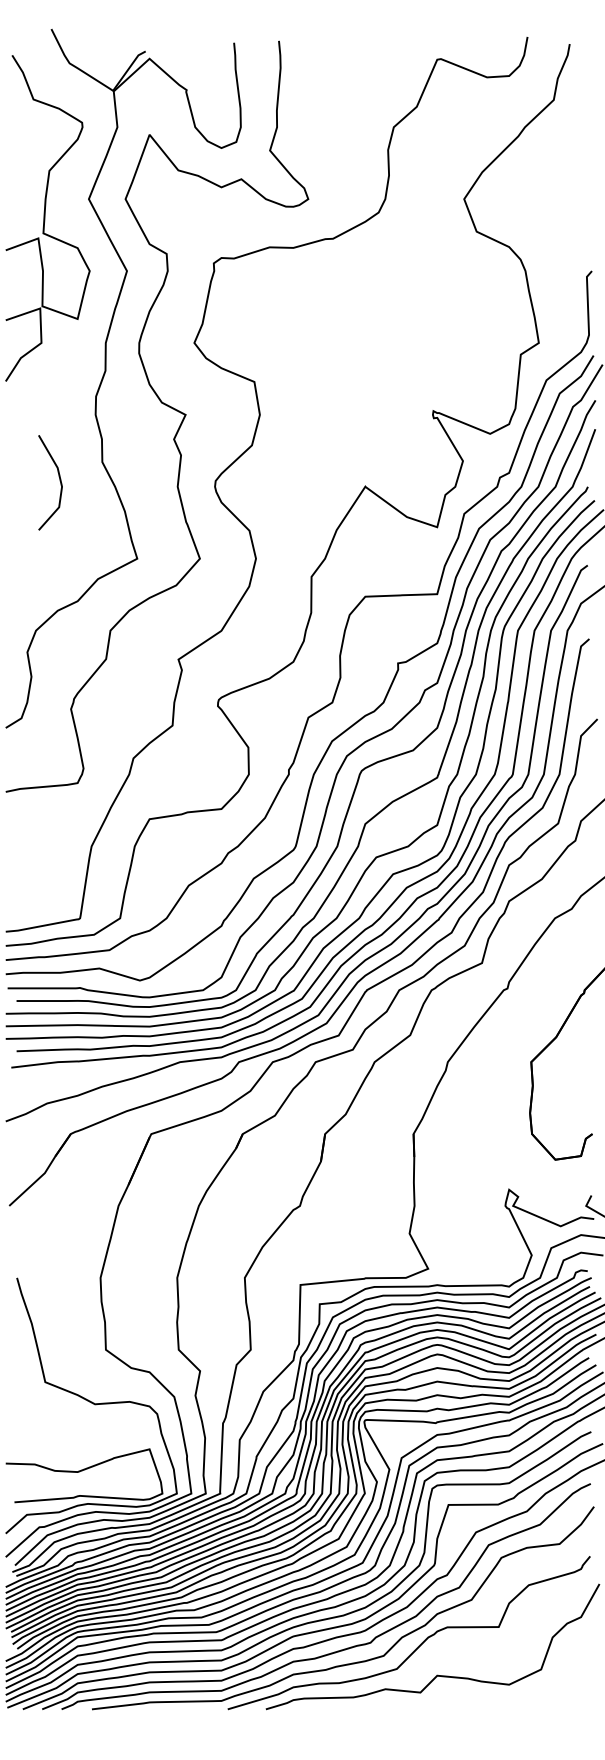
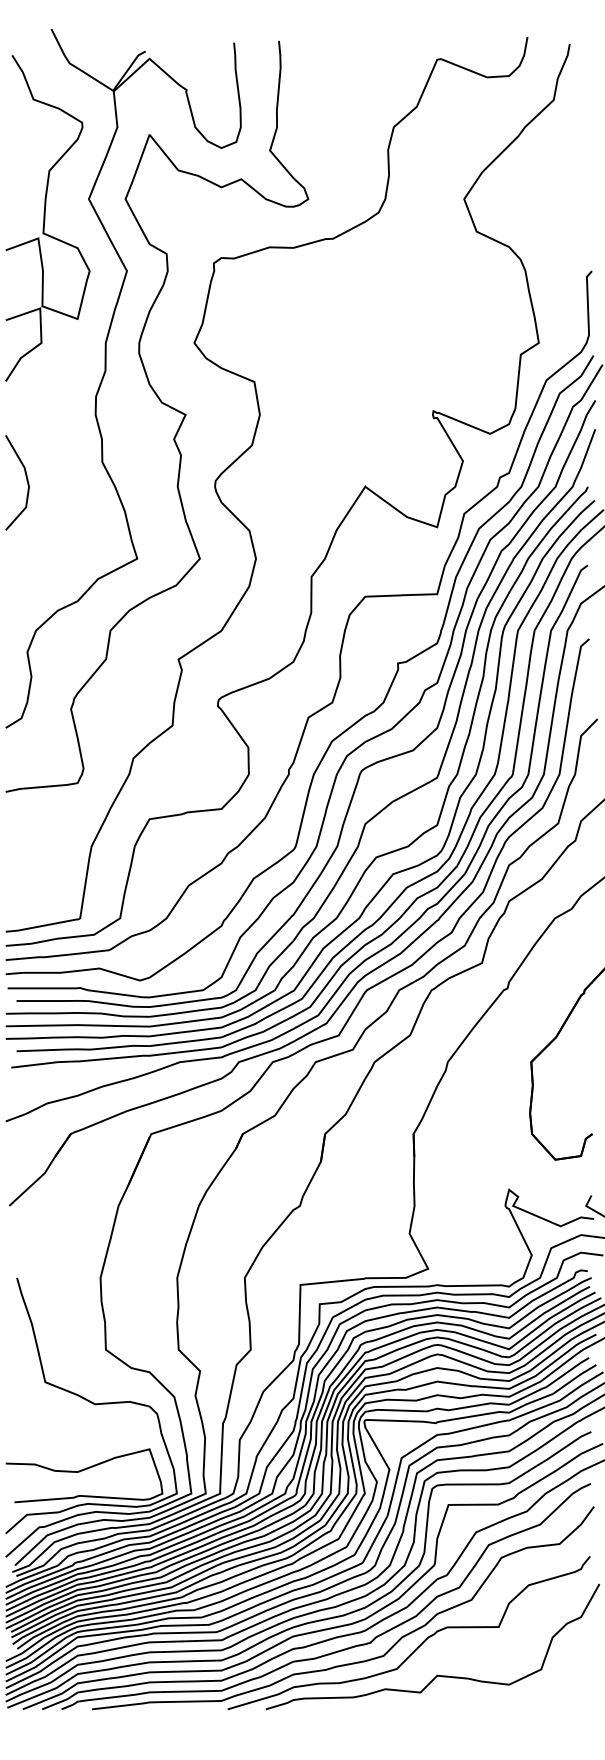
line at (59, 481) position: (59, 481) -> (26, 481)
